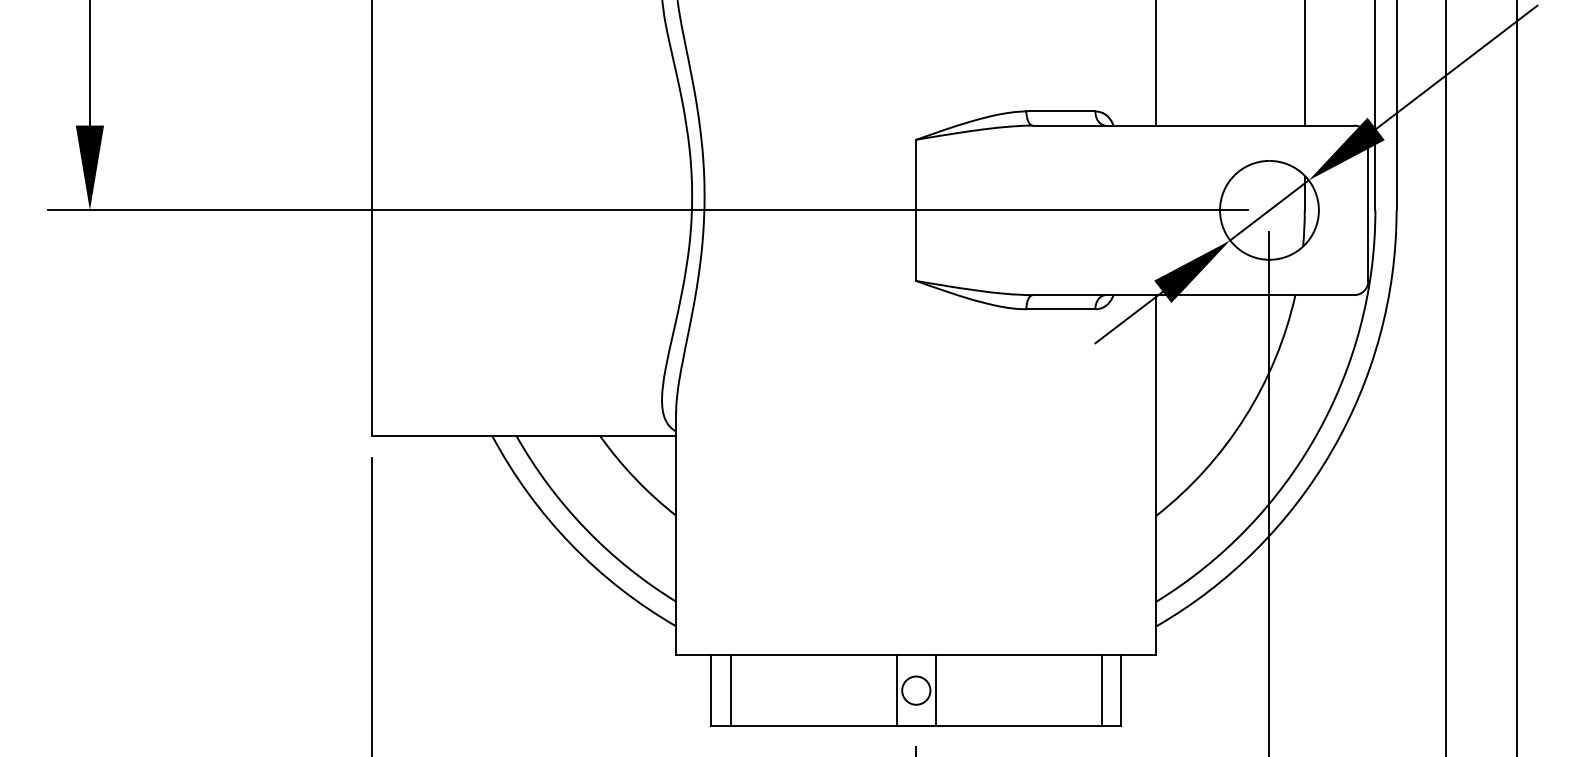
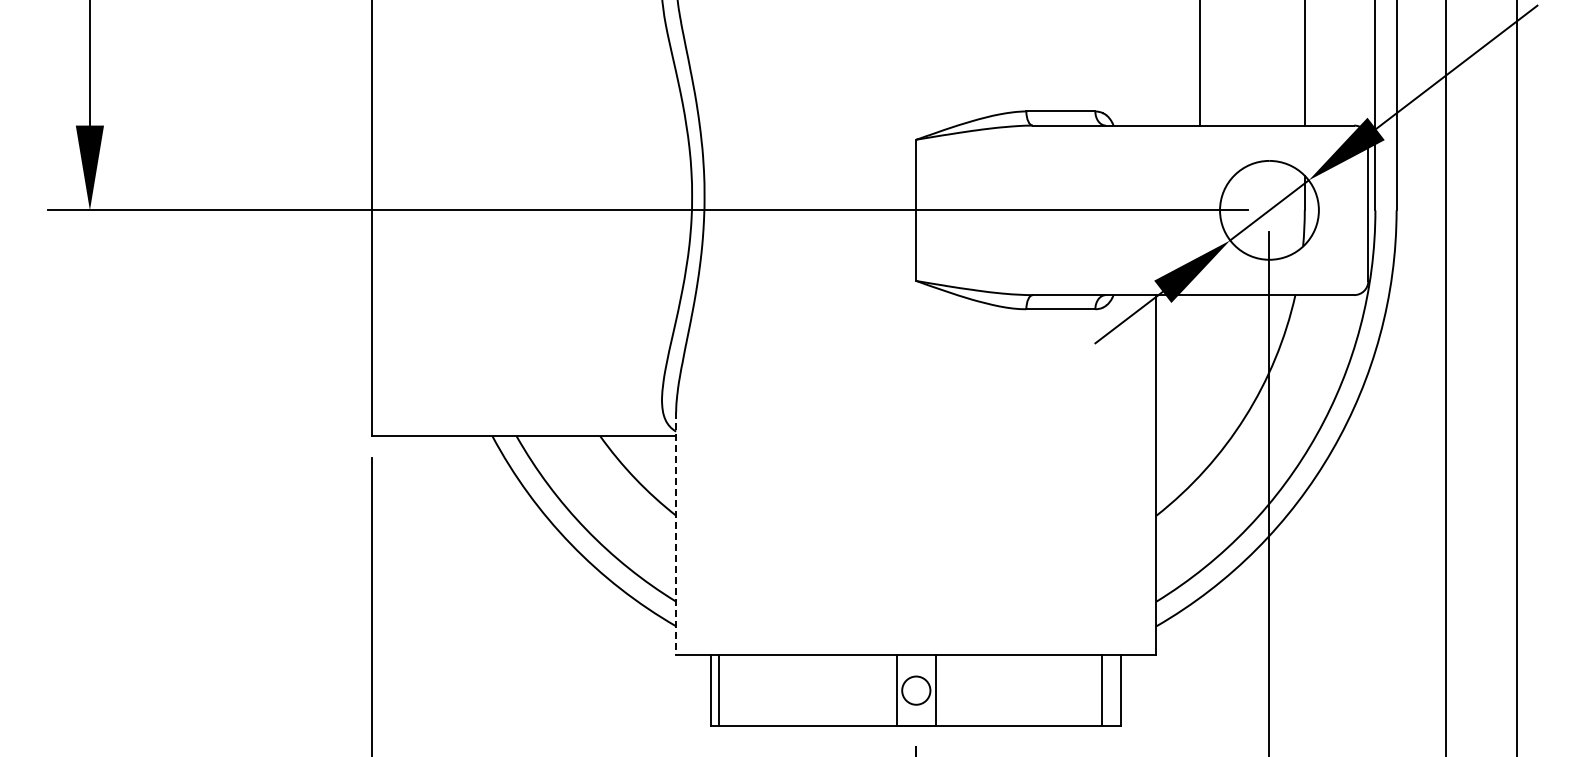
line at (1156, 63) position: (1156, 63) -> (1200, 63)
line at (676, 533): solid -> dashed
line at (731, 690) position: (731, 690) -> (719, 690)
